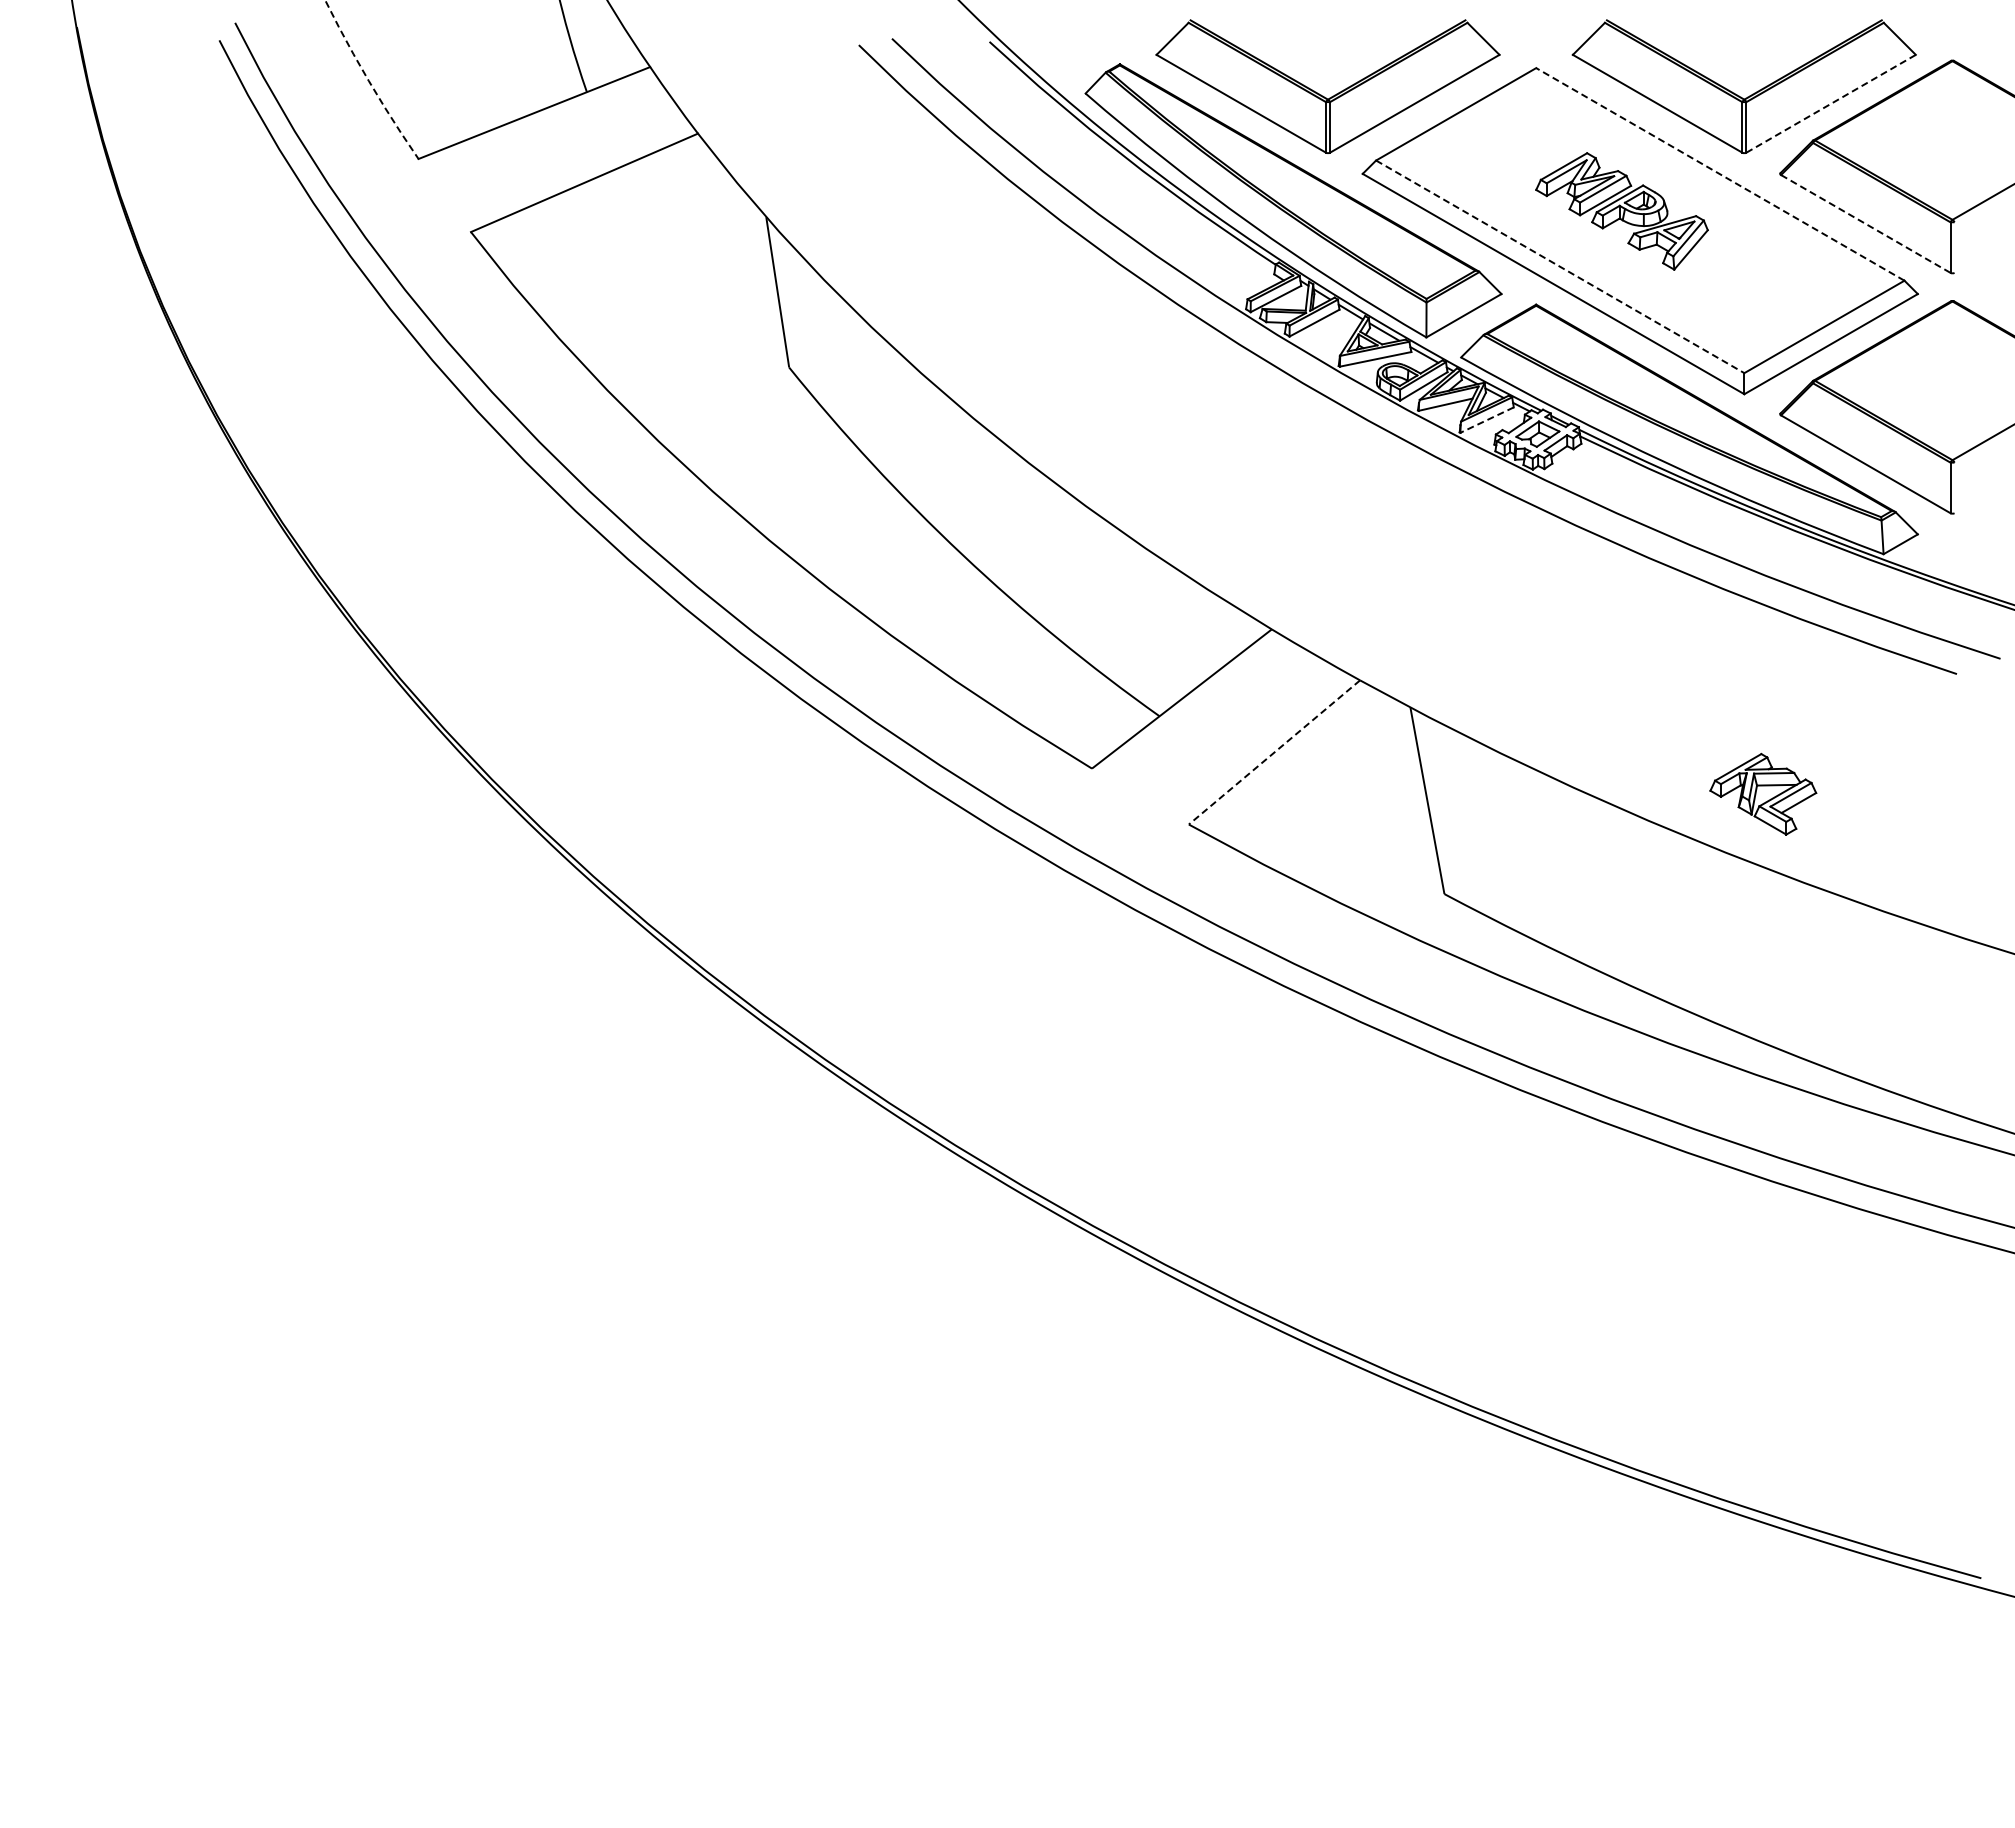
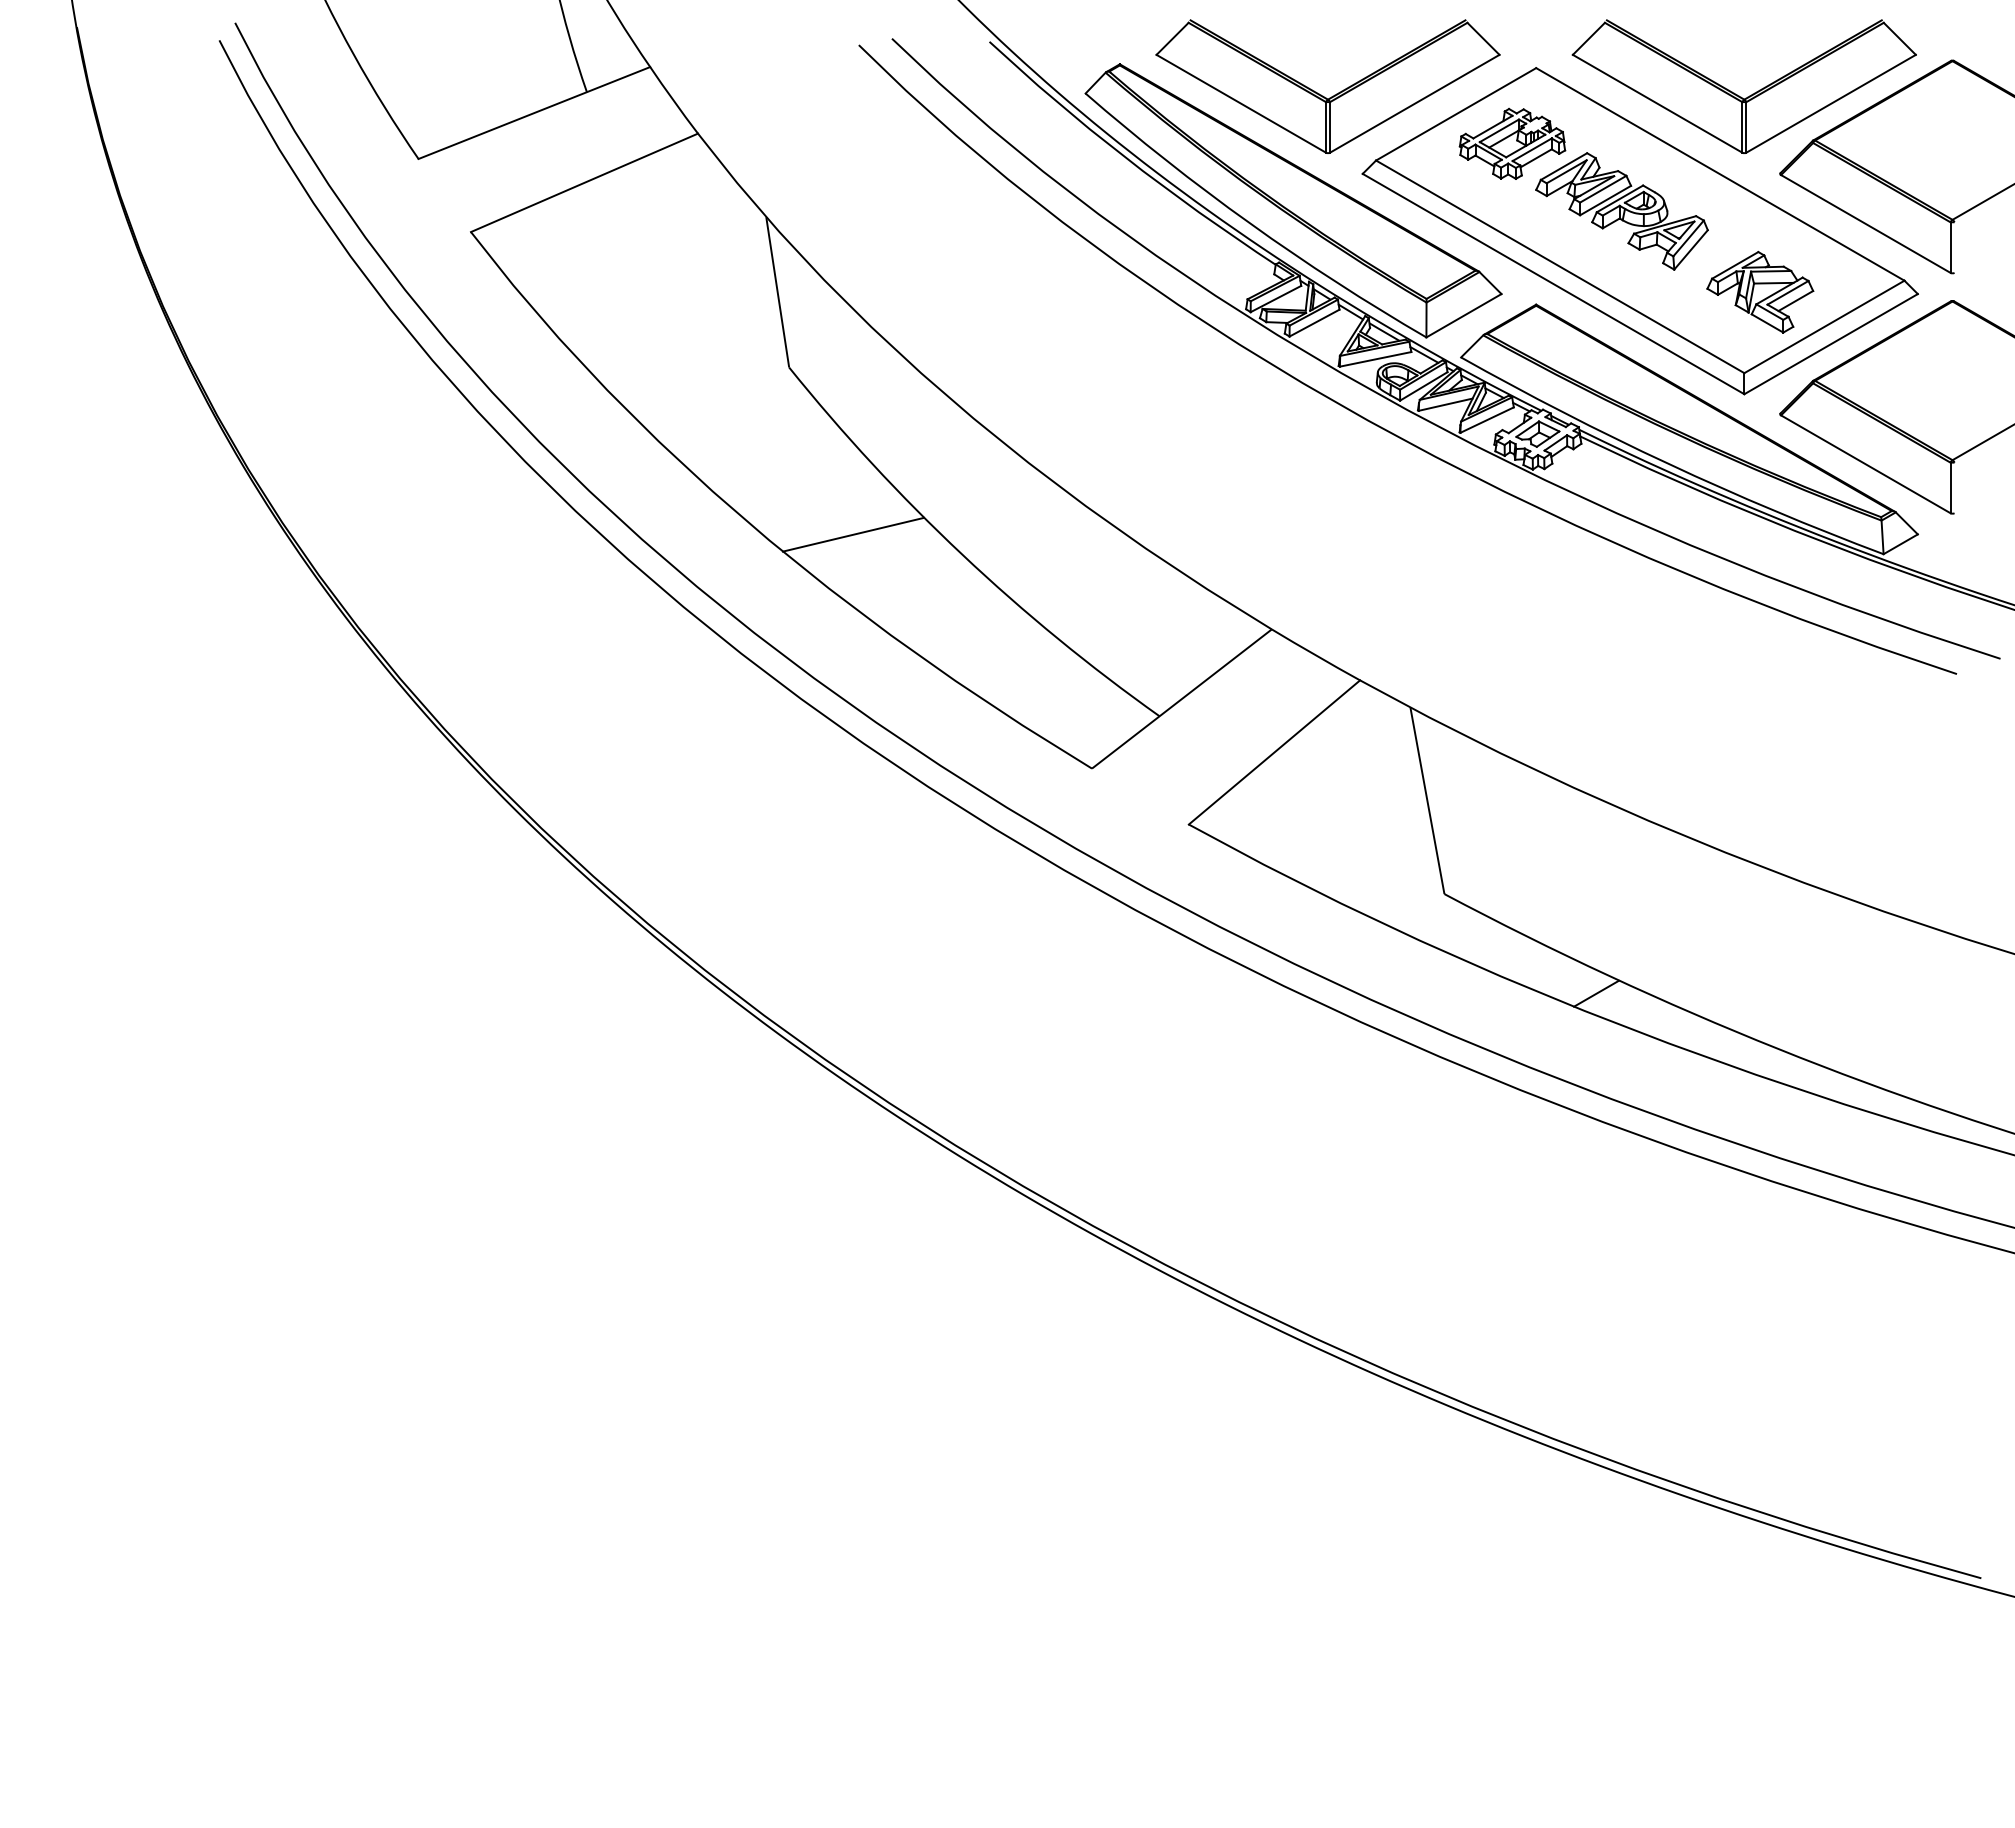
arc at (368, 80): dashed -> solid
line at (1831, 103): dashed -> solid
part at (1512, 143): none -> present
line at (1720, 174): dashed -> solid
line at (1865, 223): dashed -> solid
line at (1560, 266): dashed -> solid
line at (1487, 420): dashed -> solid
line at (852, 534): none -> present
line at (1274, 752): dashed -> solid
part at (1763, 793) position: (1763, 793) -> (1760, 291)
line at (1596, 993): none -> present
